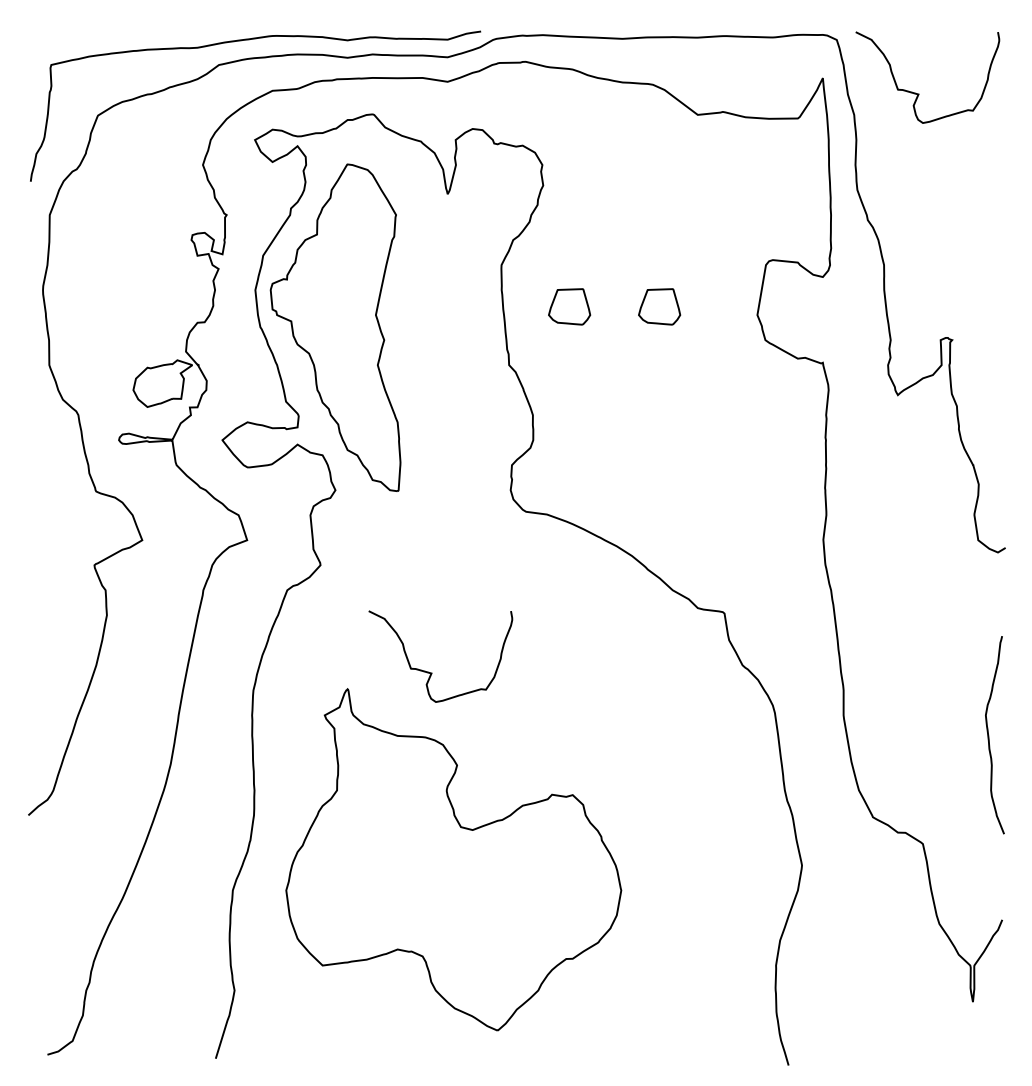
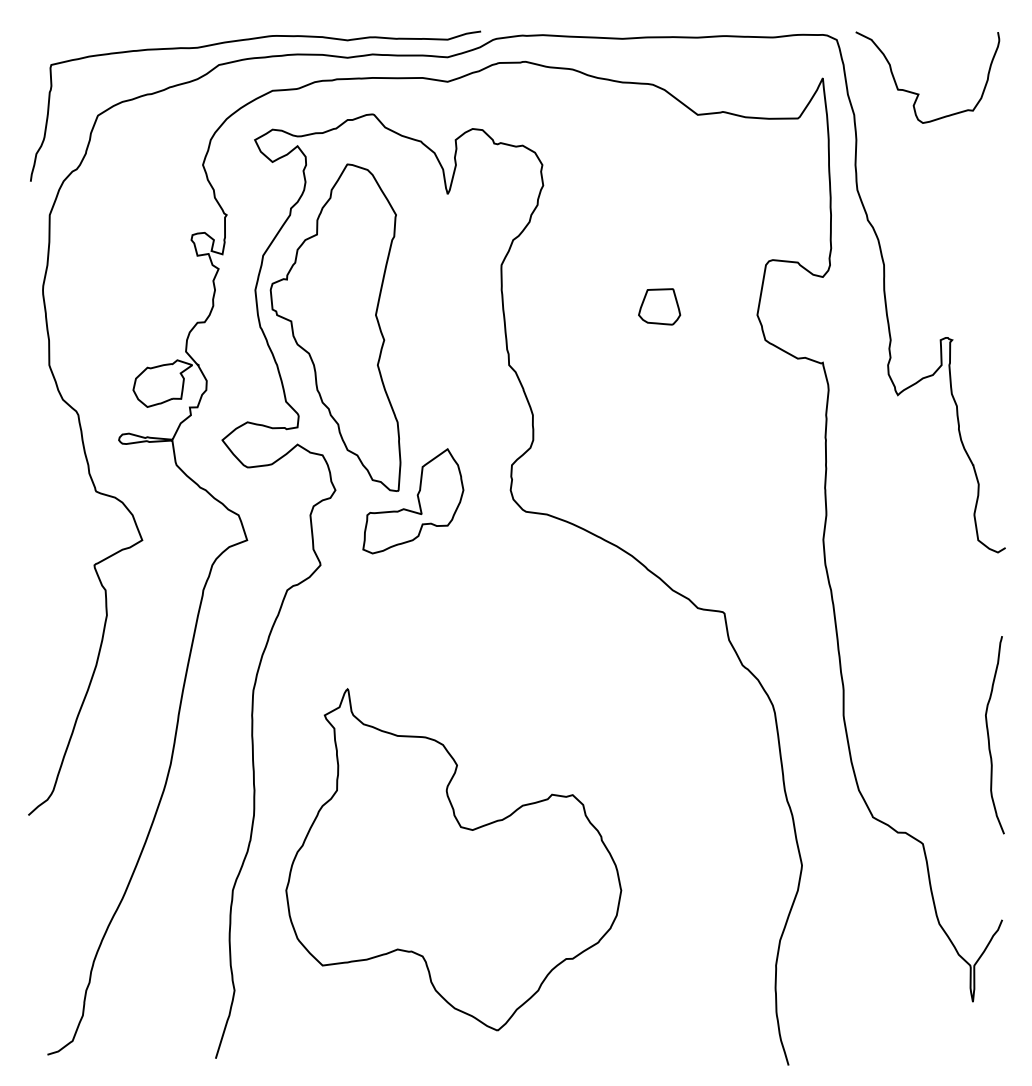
part at (569, 306): present -> none
part at (413, 501): none -> present
curve at (432, 672): present -> none
